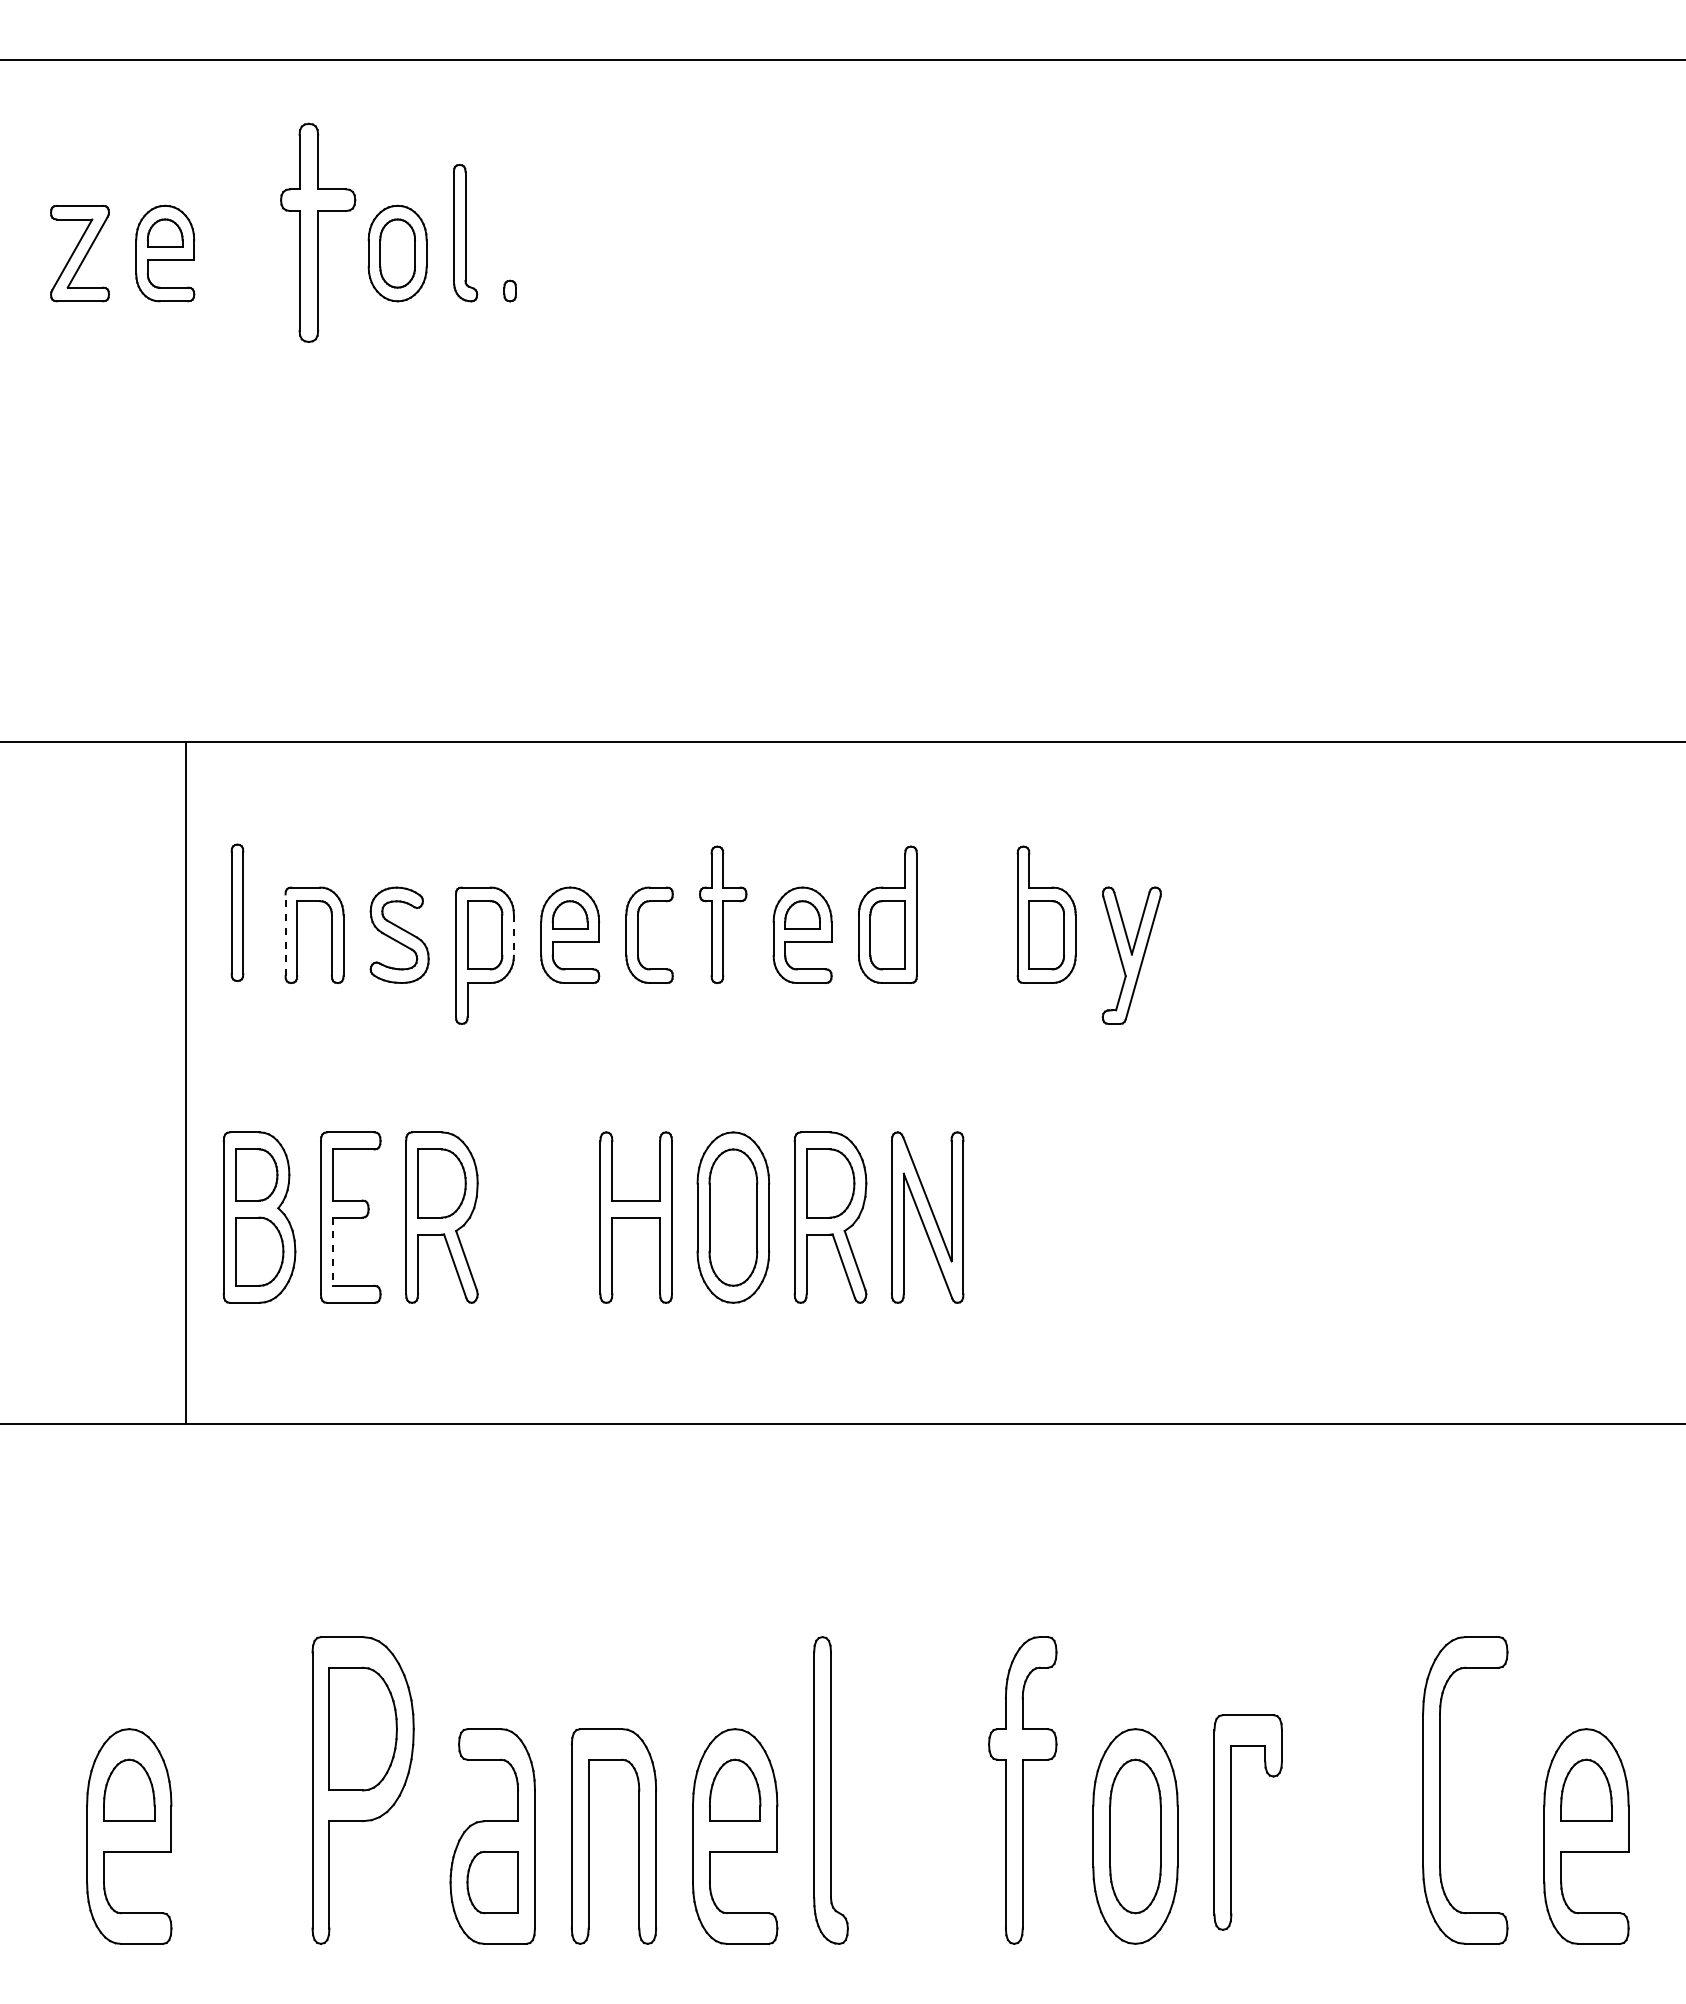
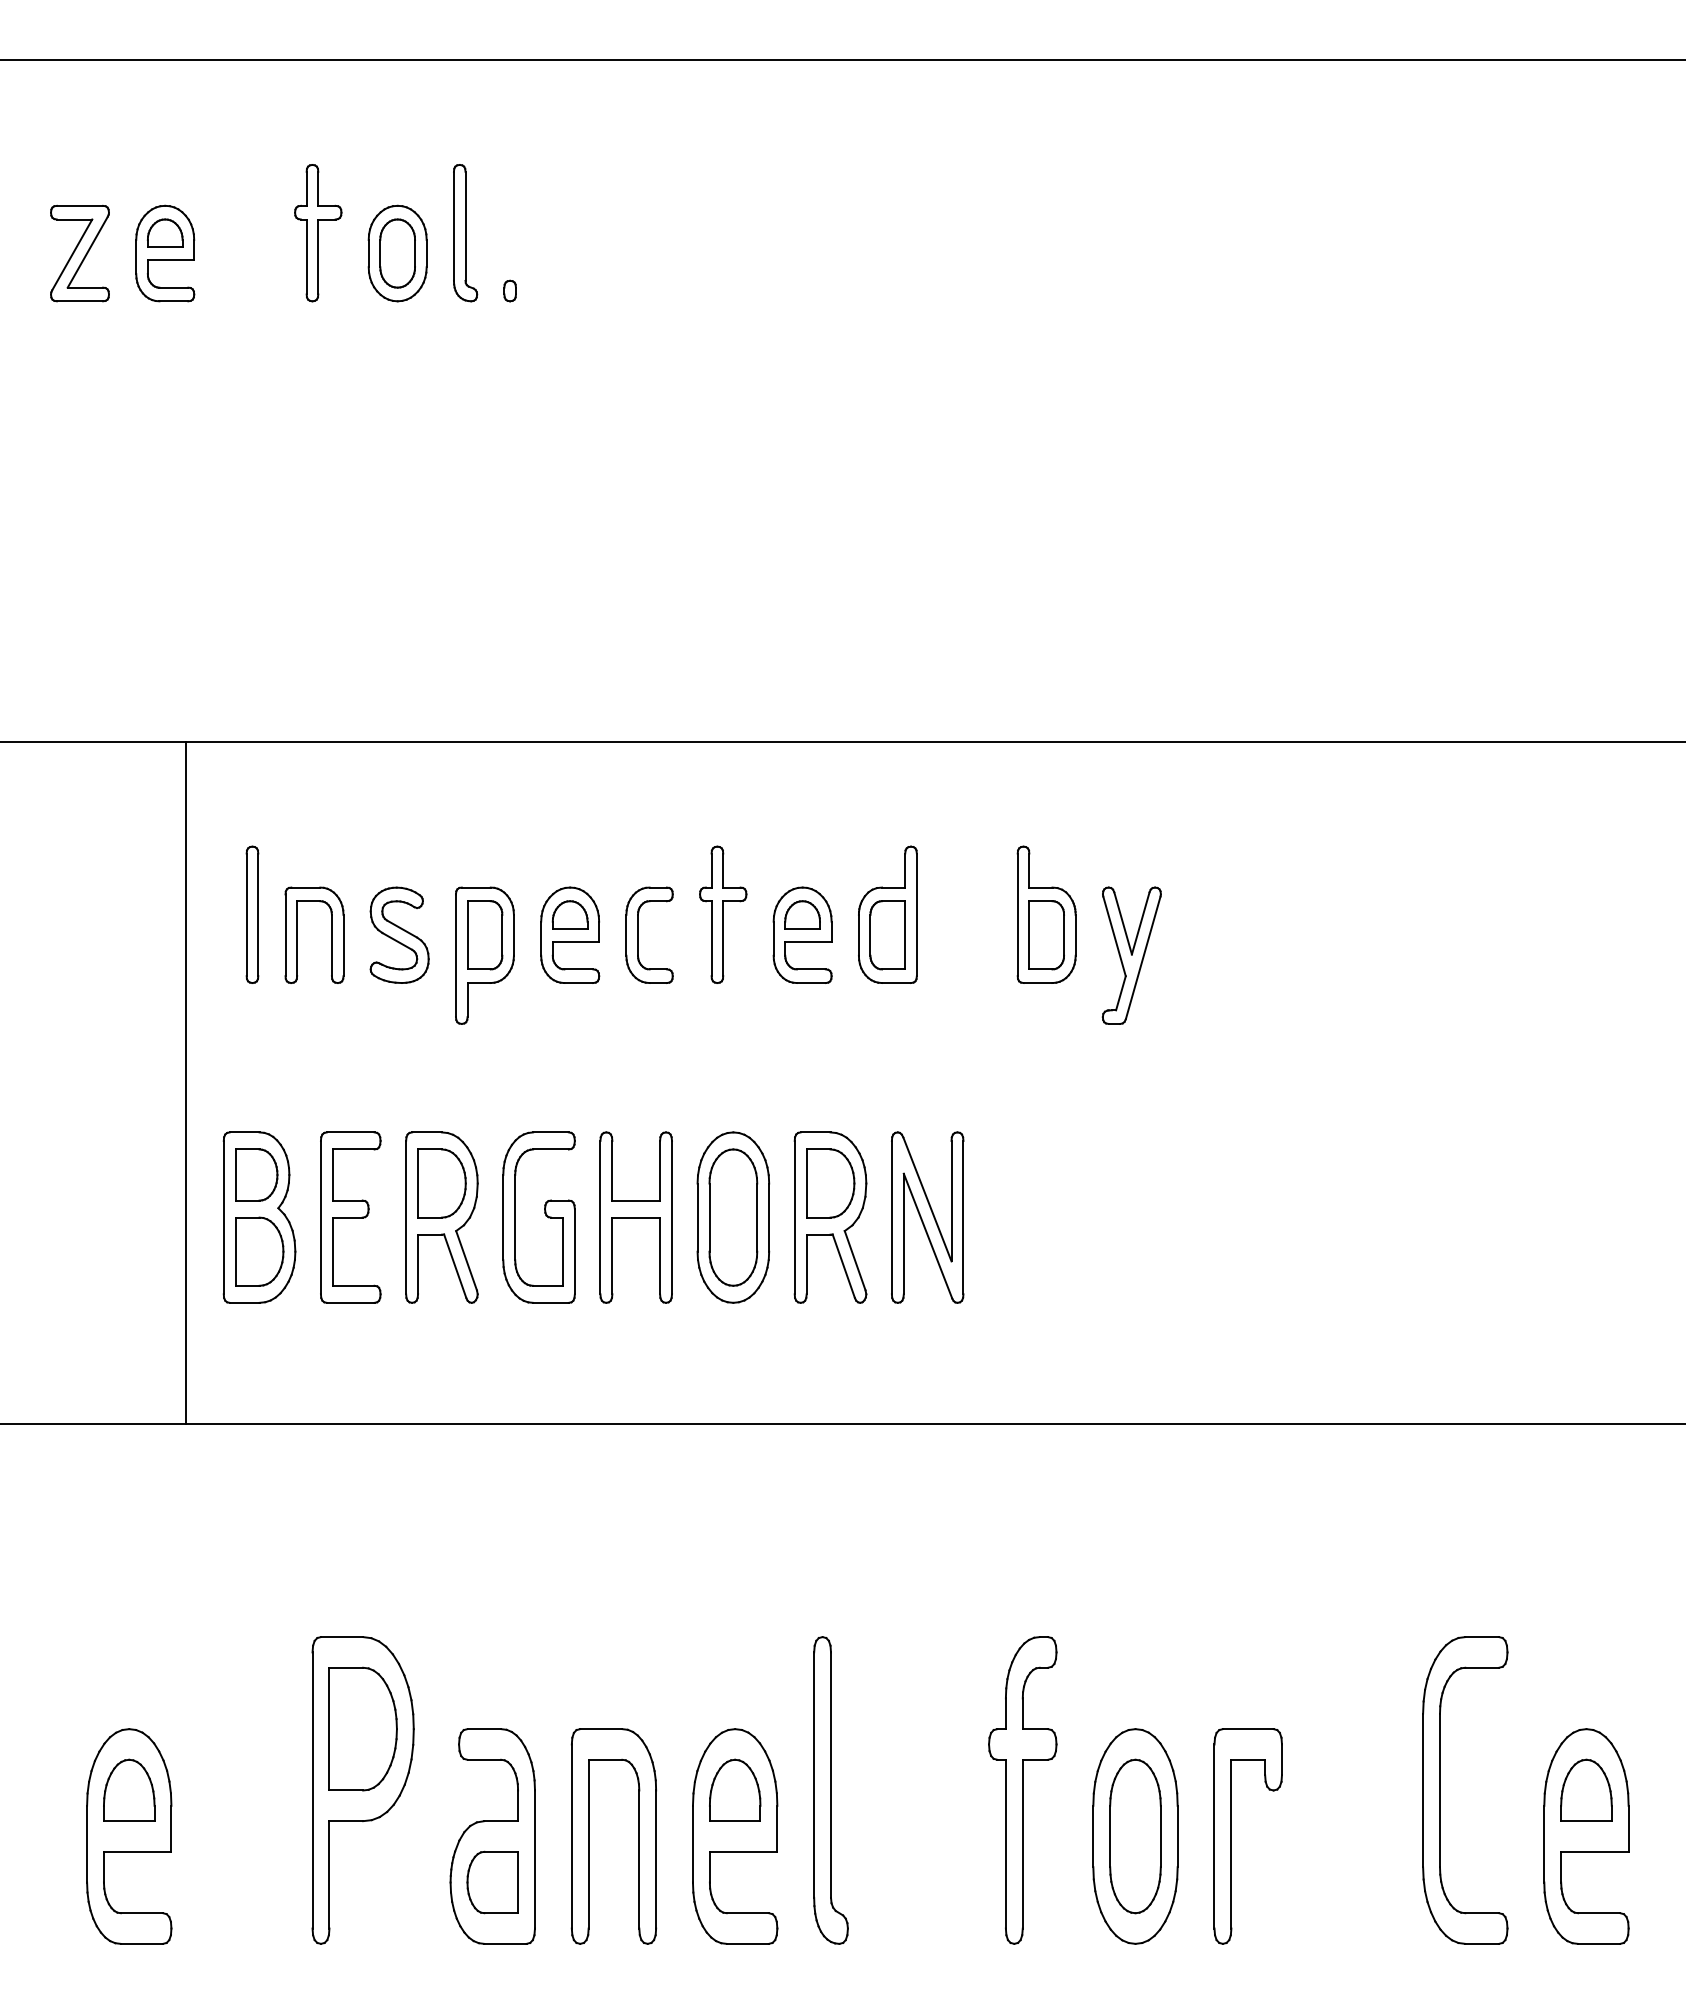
part at (318, 232) size: 77x221 px -> 49x139 px
part at (237, 912) position: (237, 912) -> (252, 914)
line at (285, 935): dashed -> solid
line at (513, 935): dashed -> solid
part at (545, 1216): none -> present
line at (332, 1252): dashed -> solid
part at (1231, 1822) position: (1231, 1822) -> (1231, 1836)
